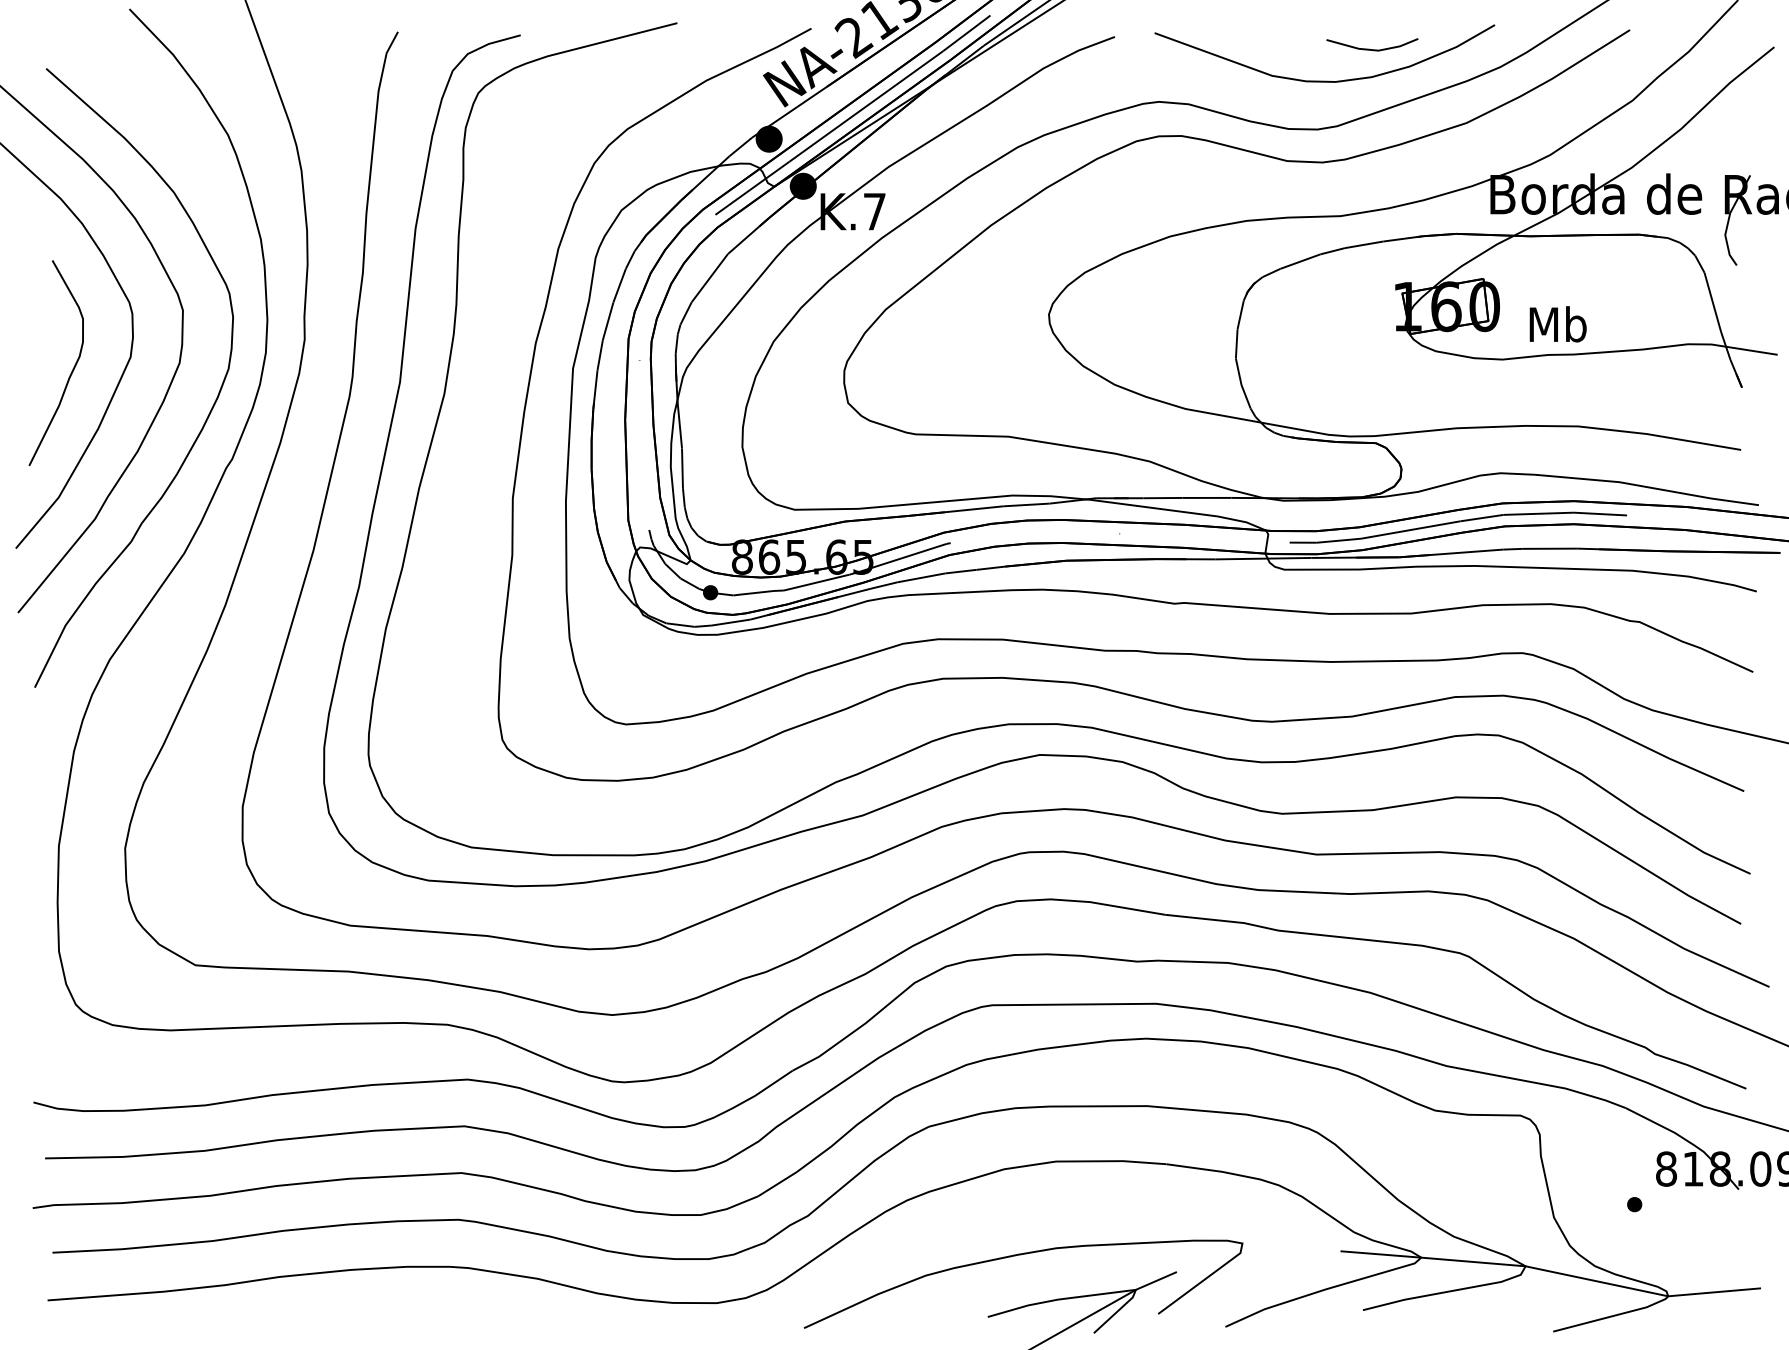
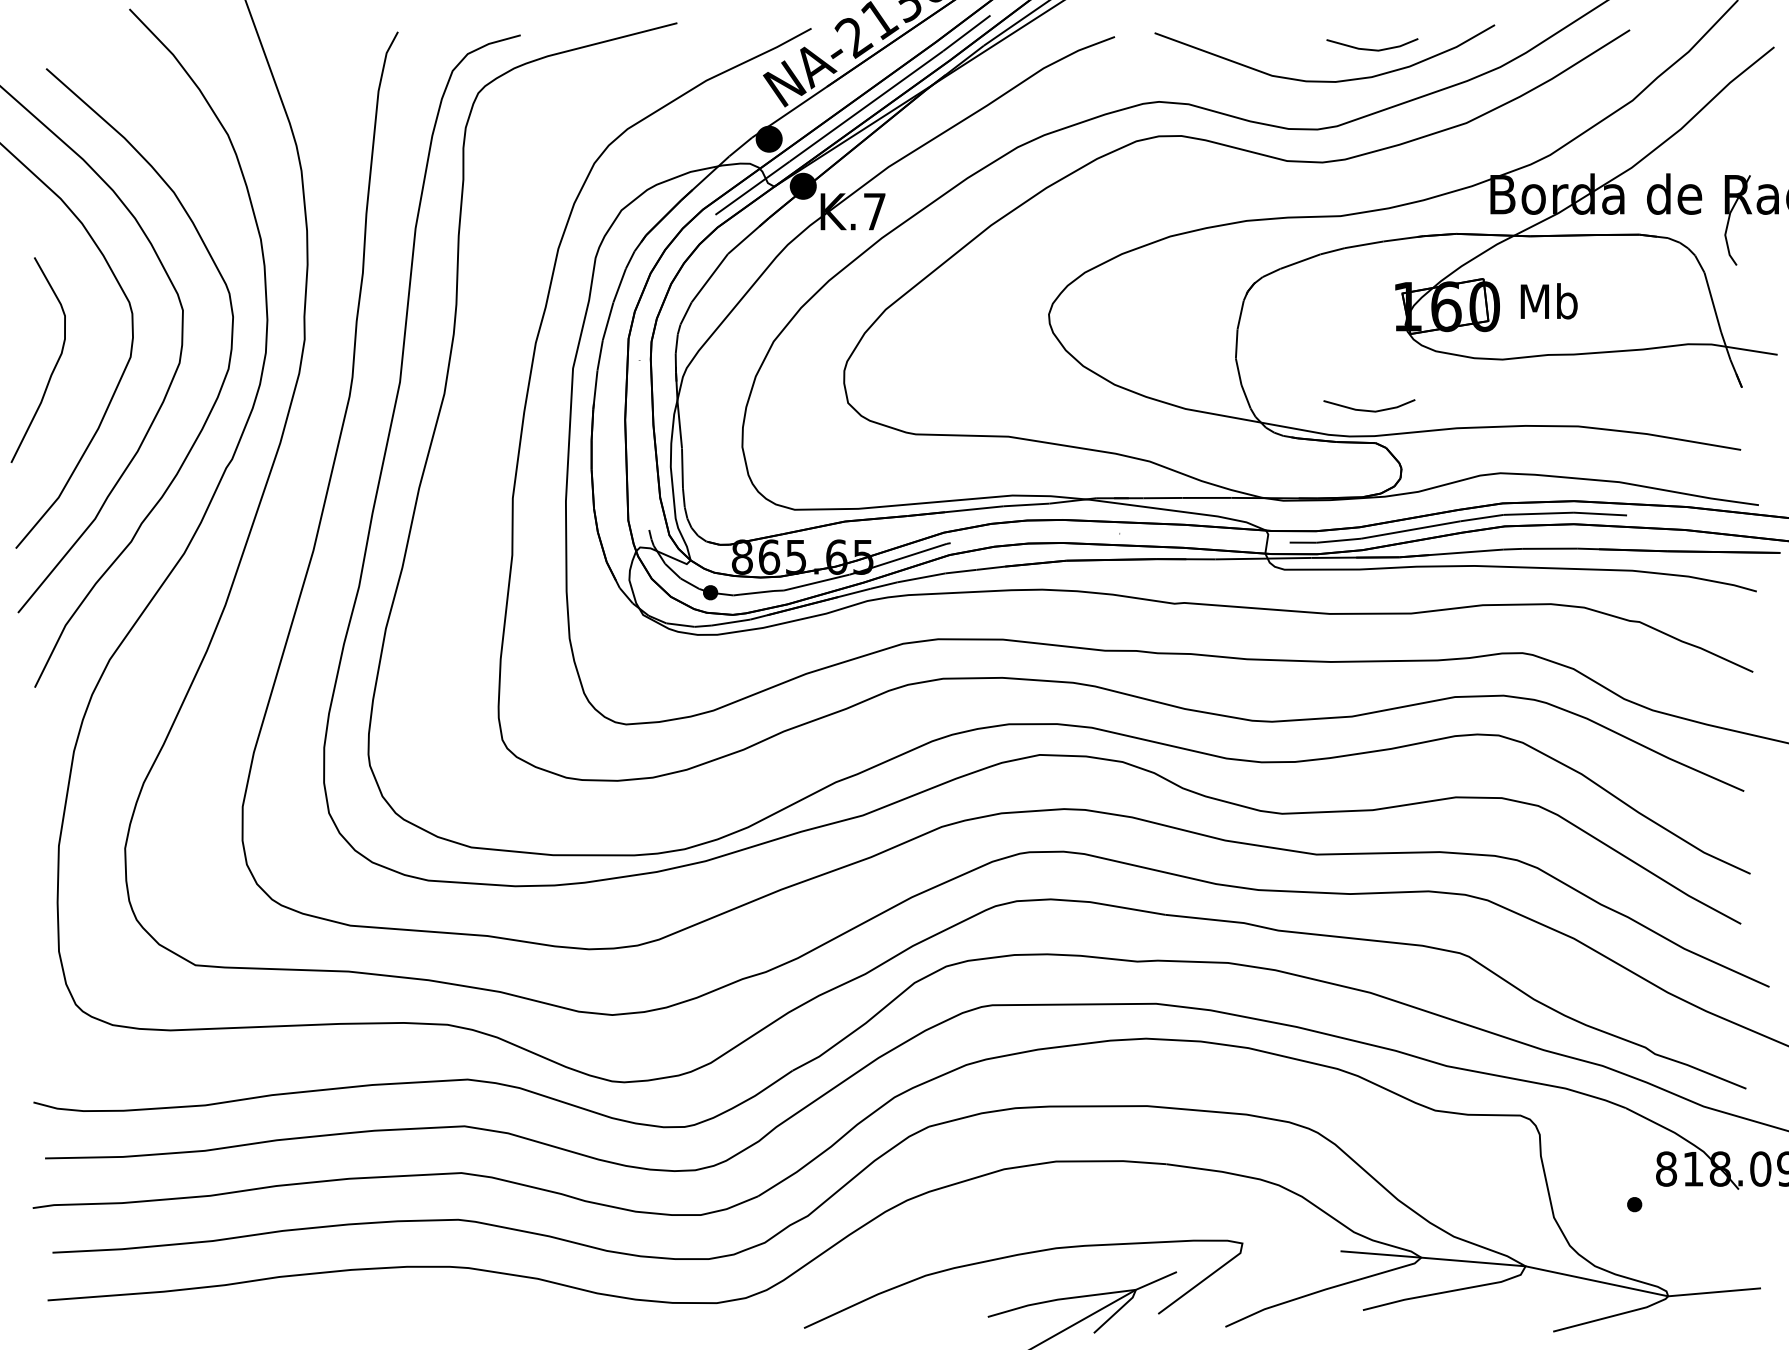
text at (1557, 324) position: (1557, 324) -> (1548, 301)
curve at (71, 371) position: (71, 371) -> (53, 368)
line at (1366, 409): none -> present
